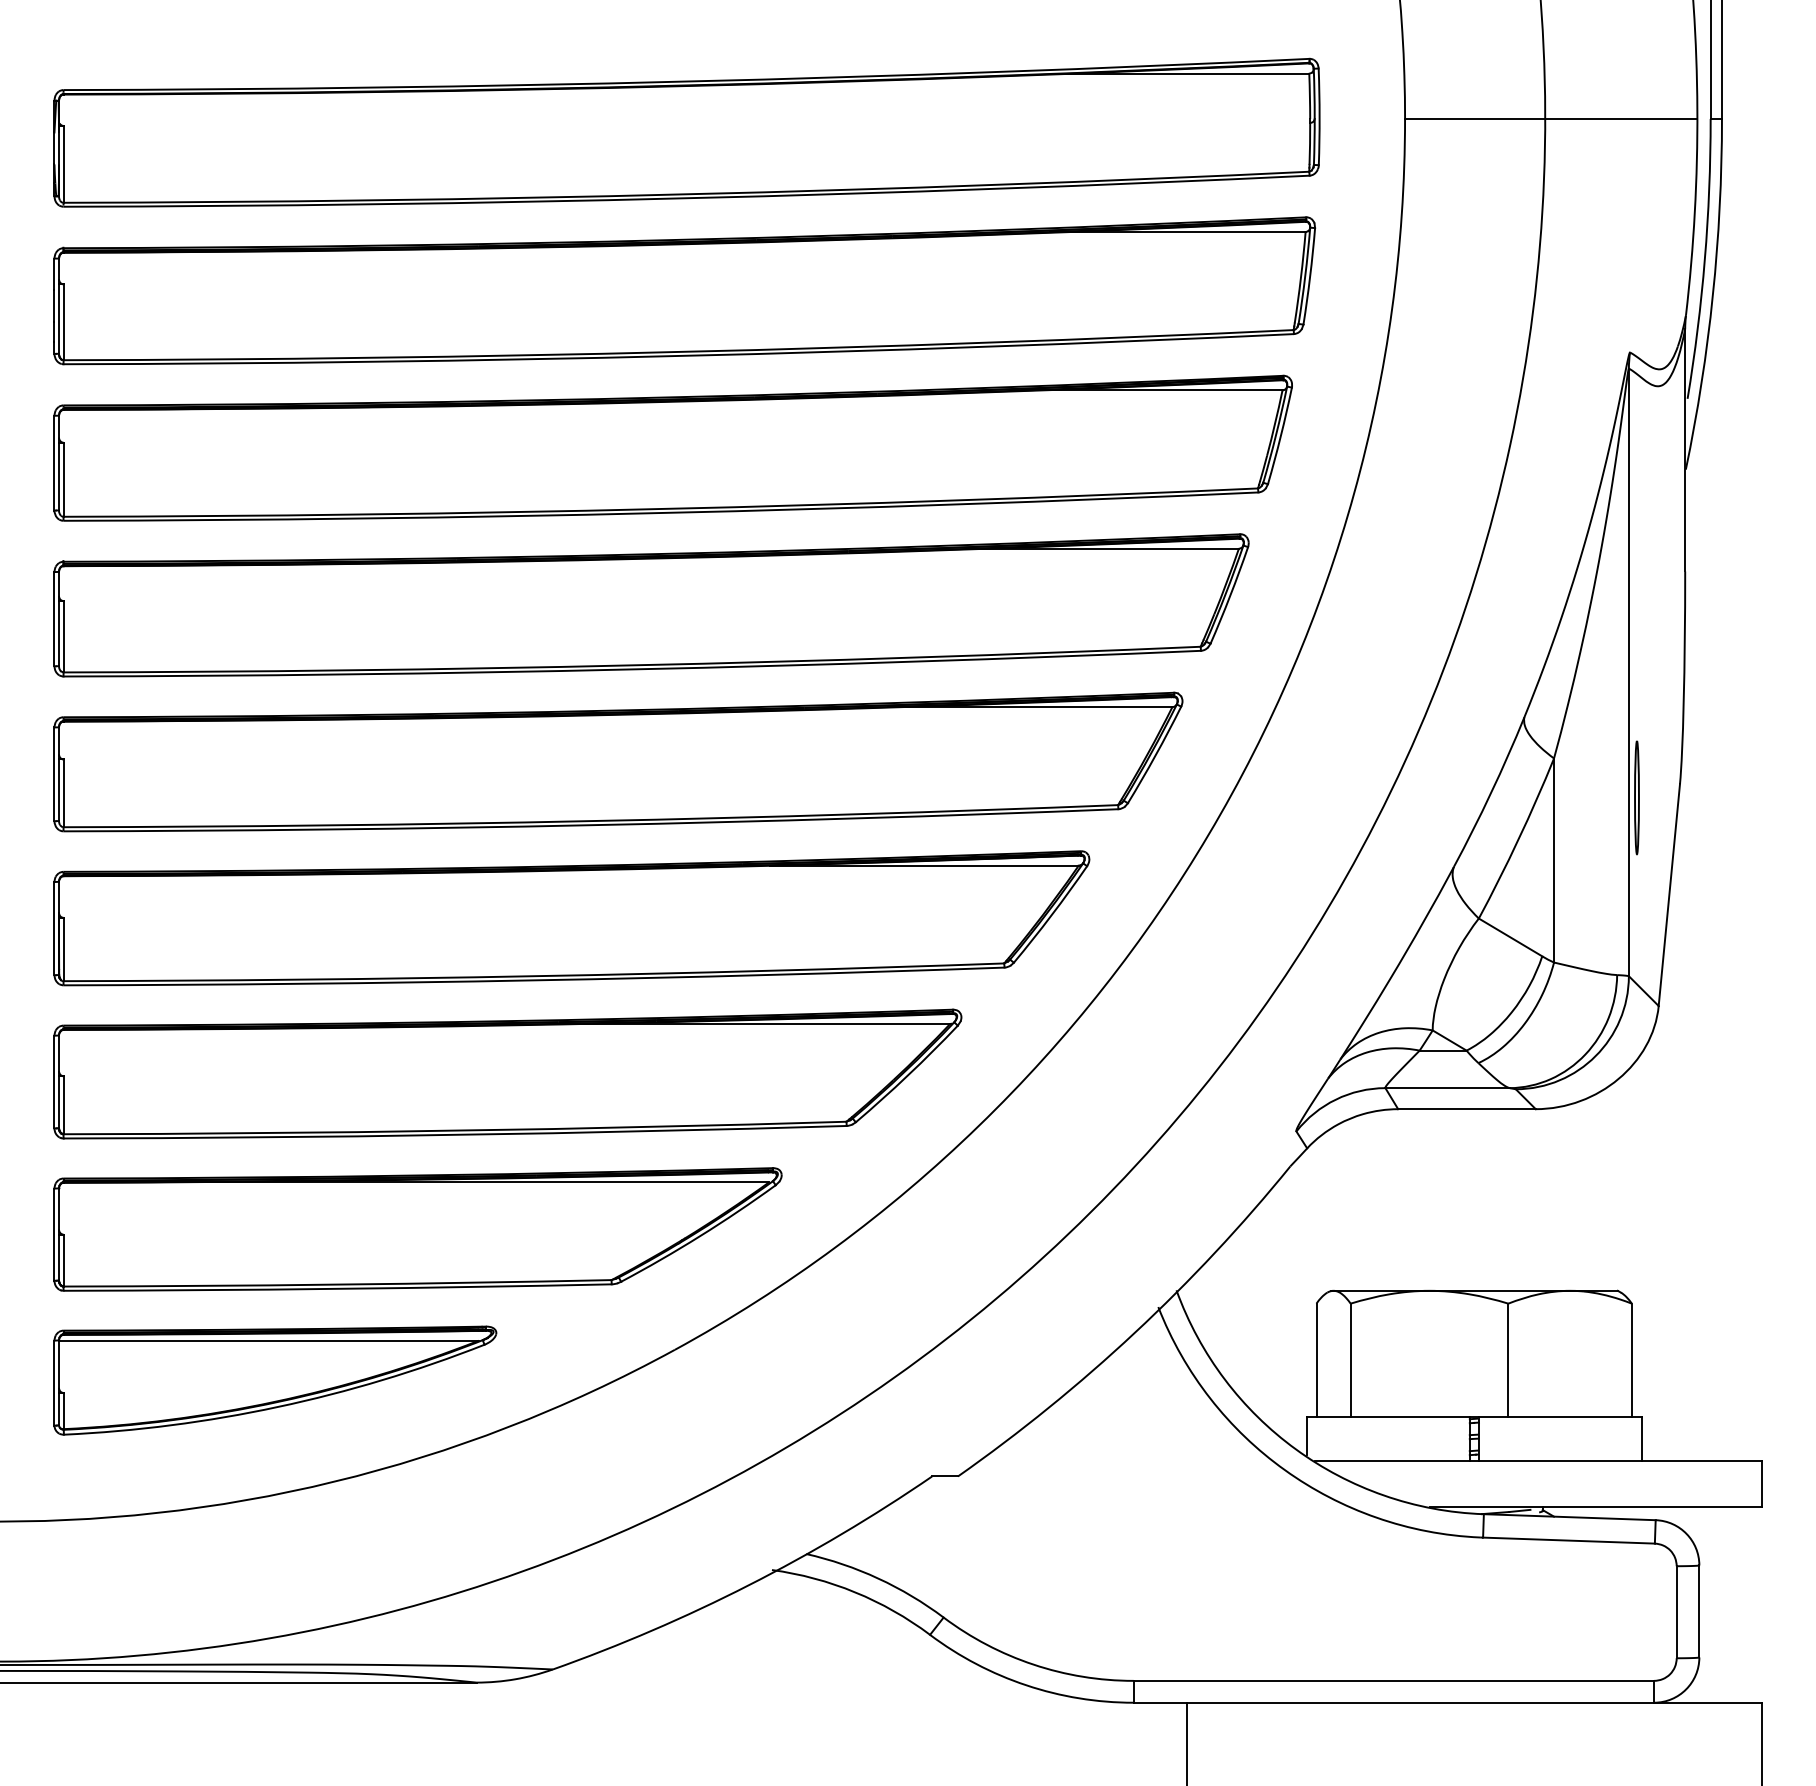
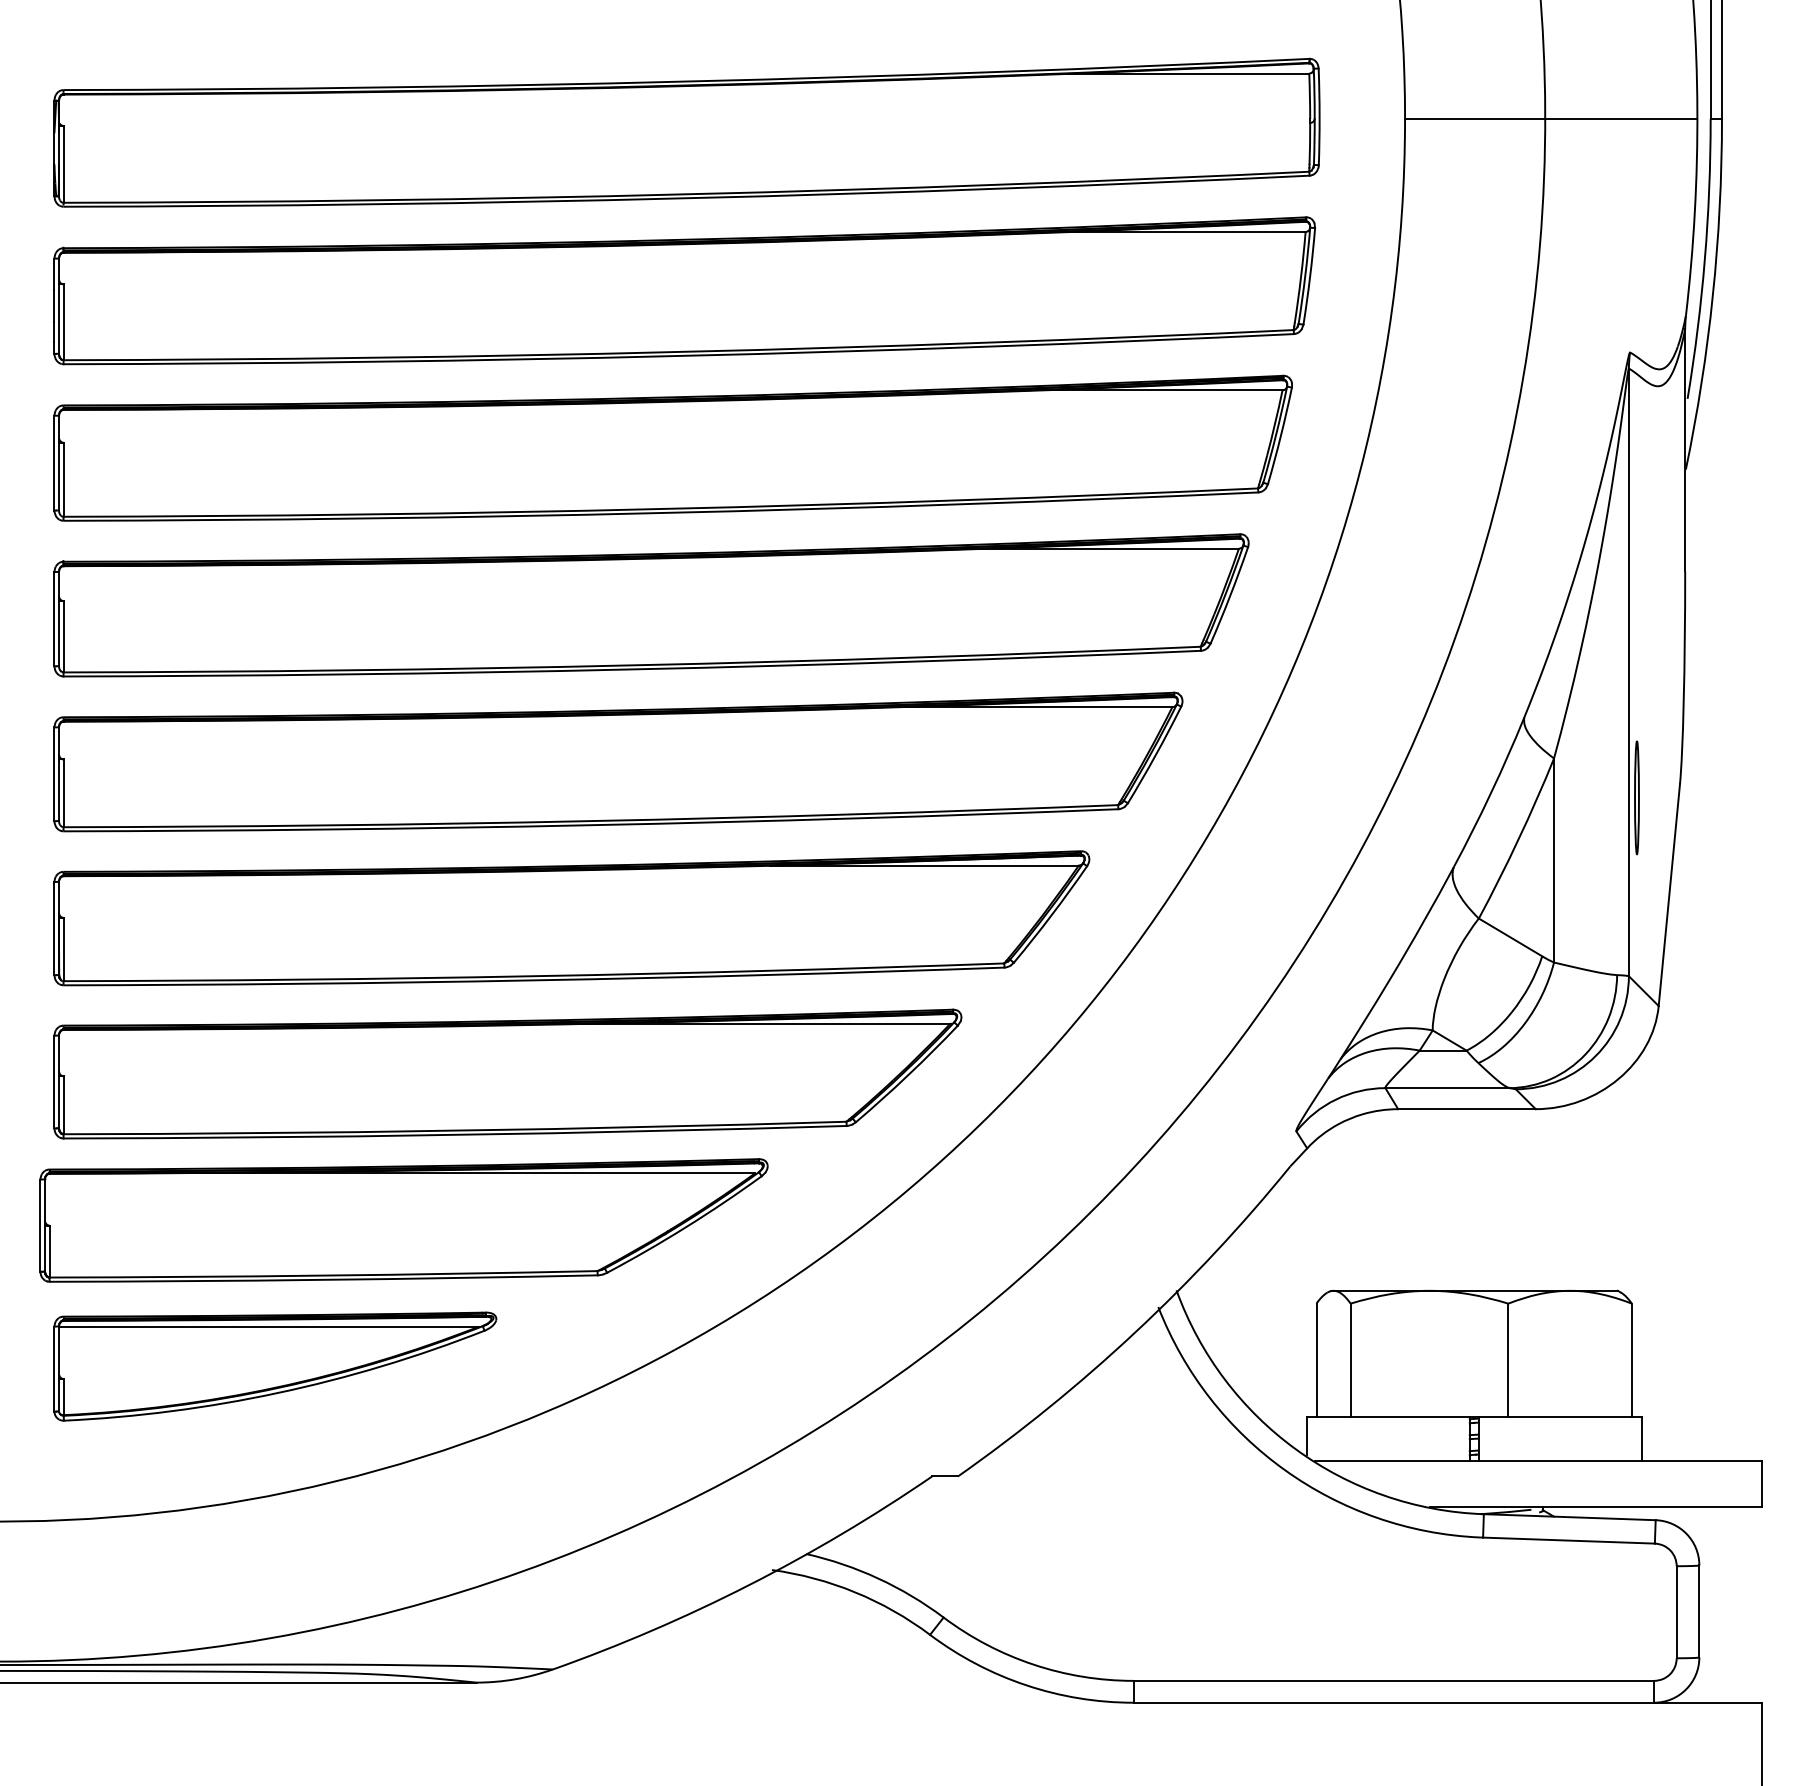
part at (417, 1229) position: (417, 1229) -> (403, 1220)
part at (275, 1380) position: (275, 1380) -> (275, 1366)
line at (1186, 1742): present -> none
